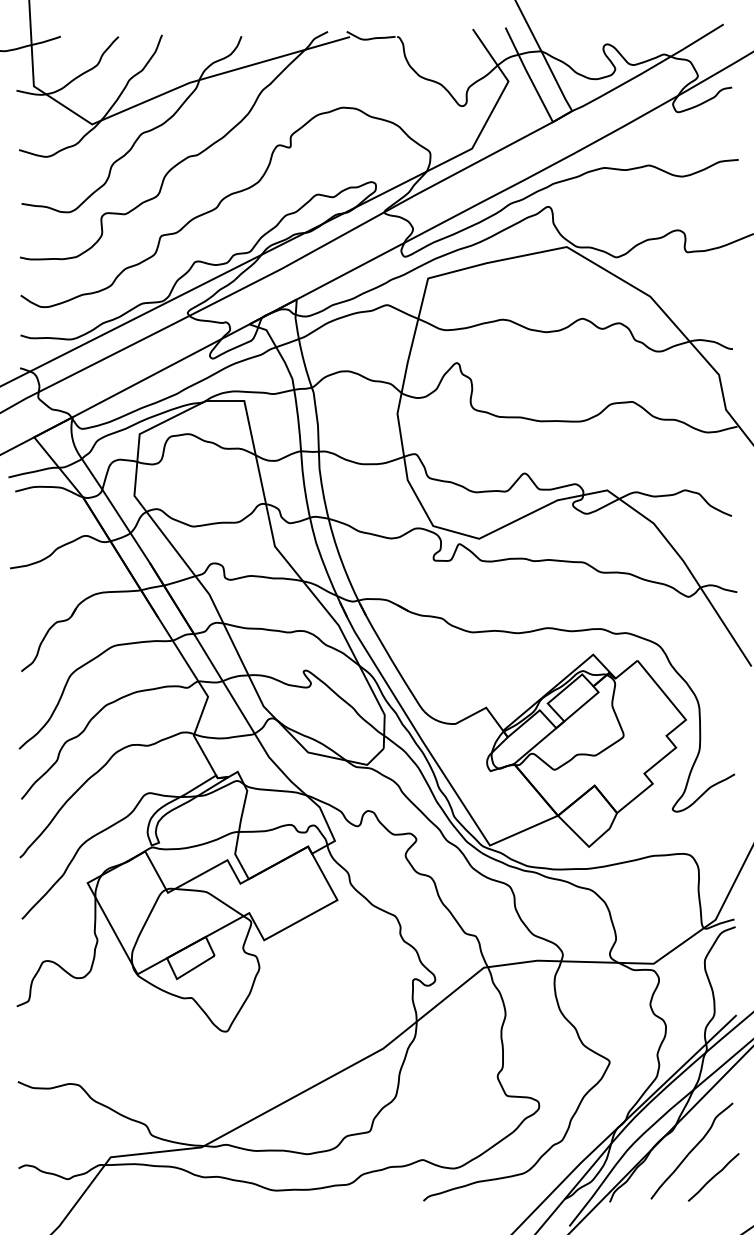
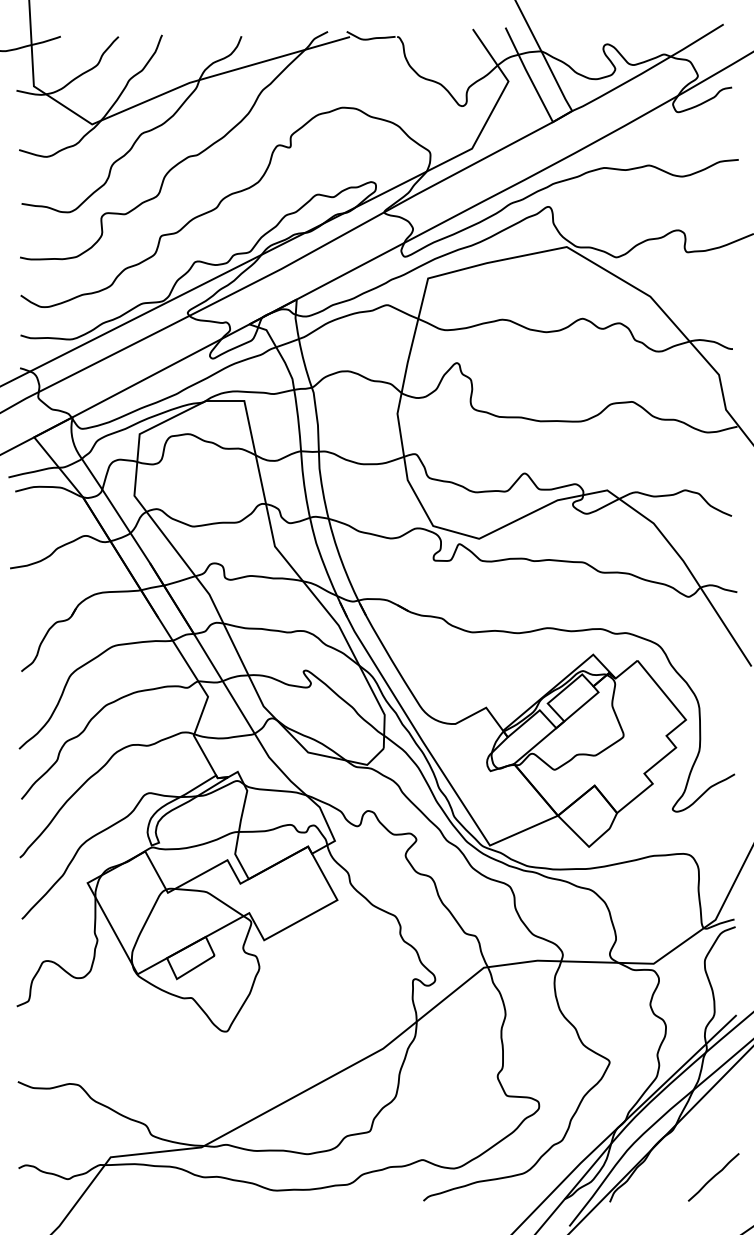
curve at (691, 1150): present -> none
